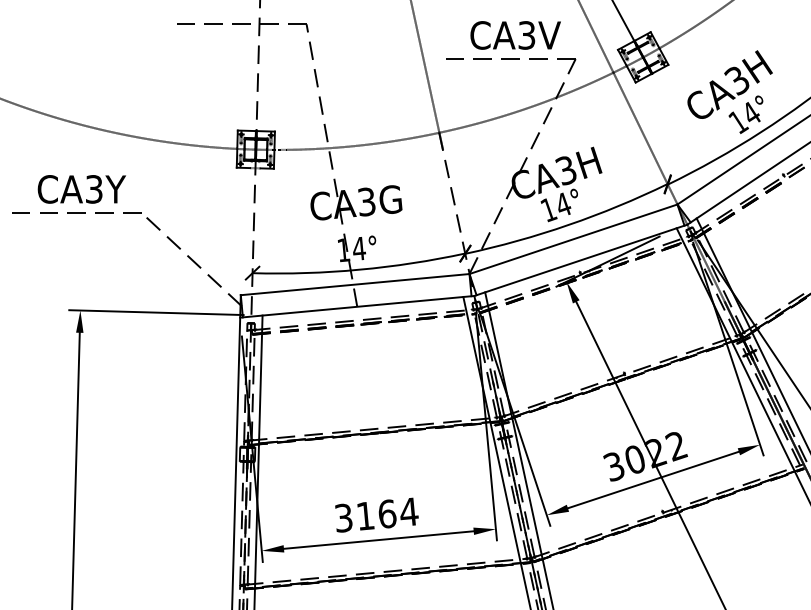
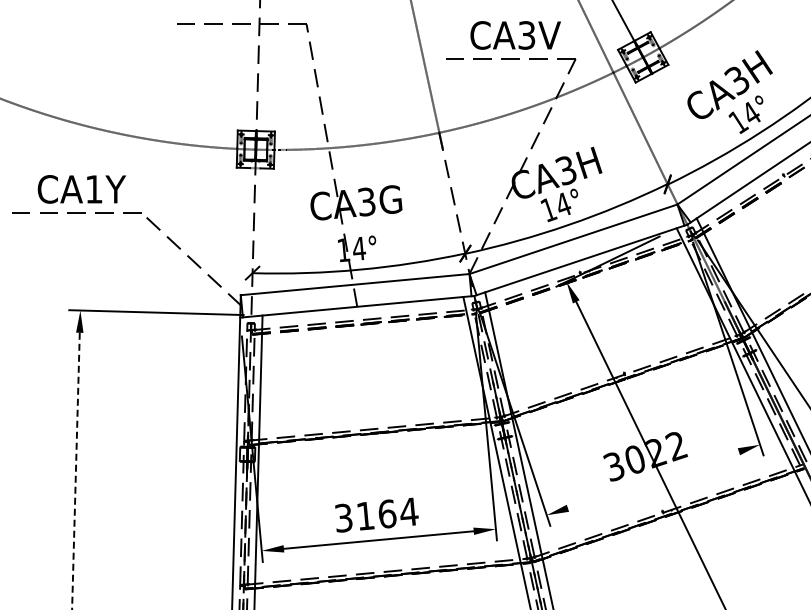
text at (94, 189): CA3Y -> CA1Y
line at (75, 471): solid -> dashed
line at (652, 479): present -> none
